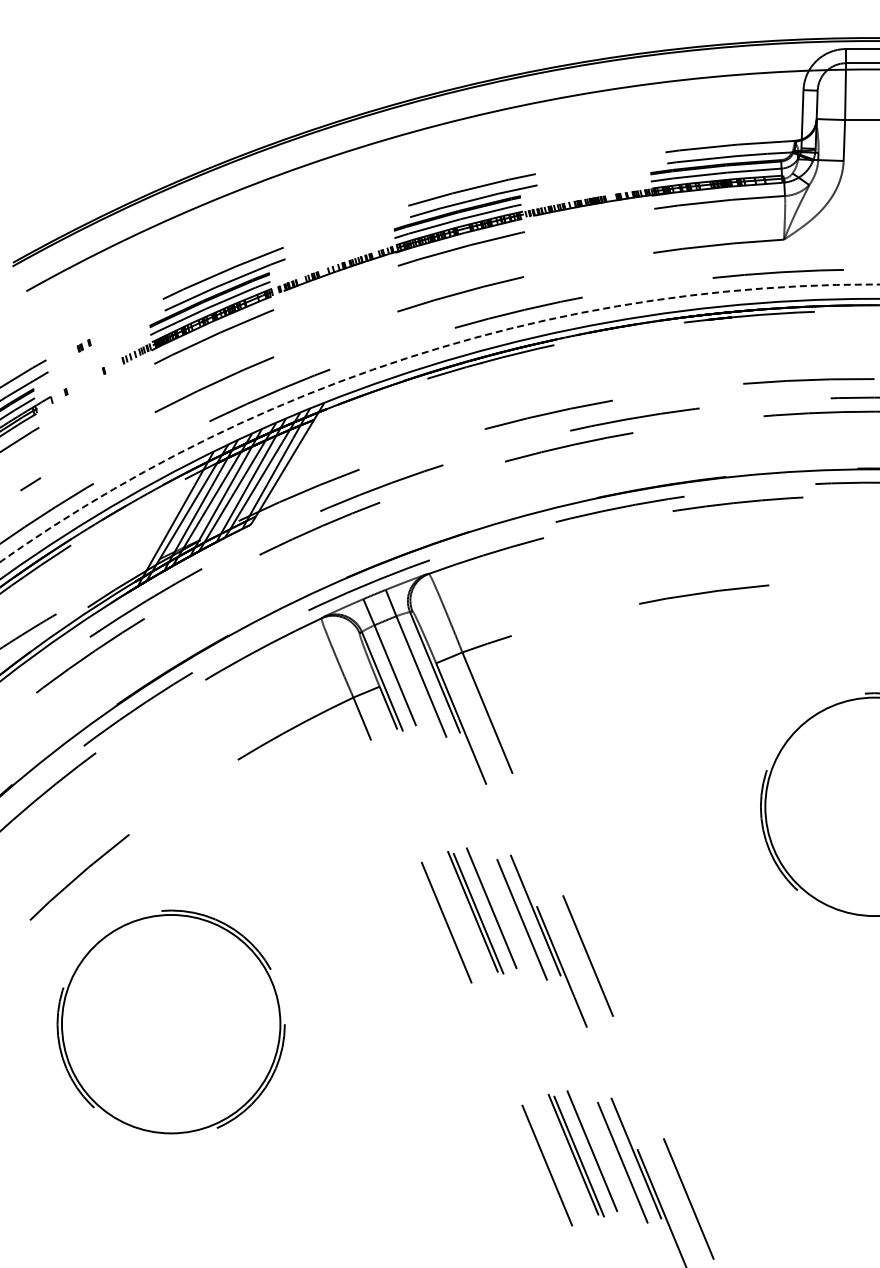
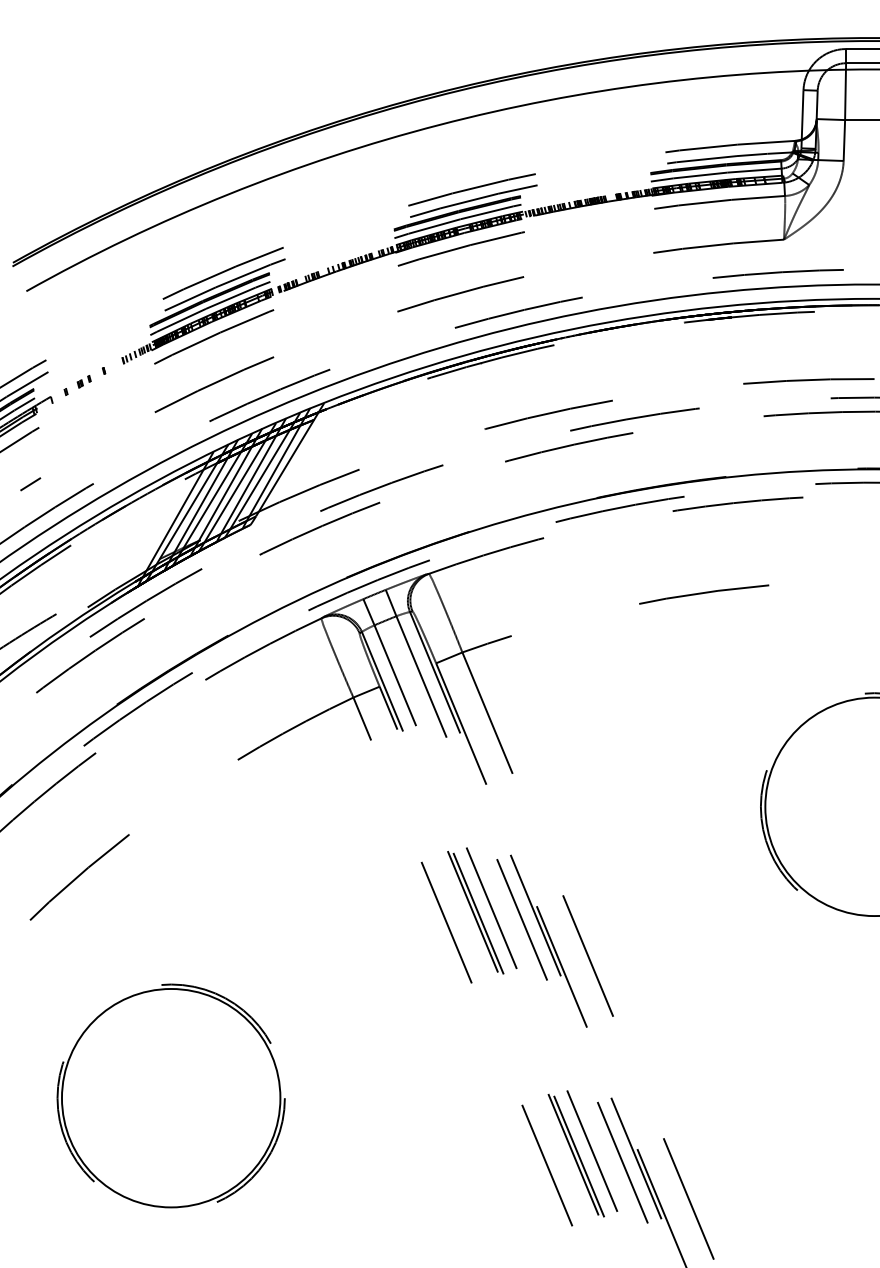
part at (83, 345) position: (83, 345) -> (83, 381)
arc at (420, 354): dashed -> solid
part at (170, 1021) position: (170, 1021) -> (170, 1095)
